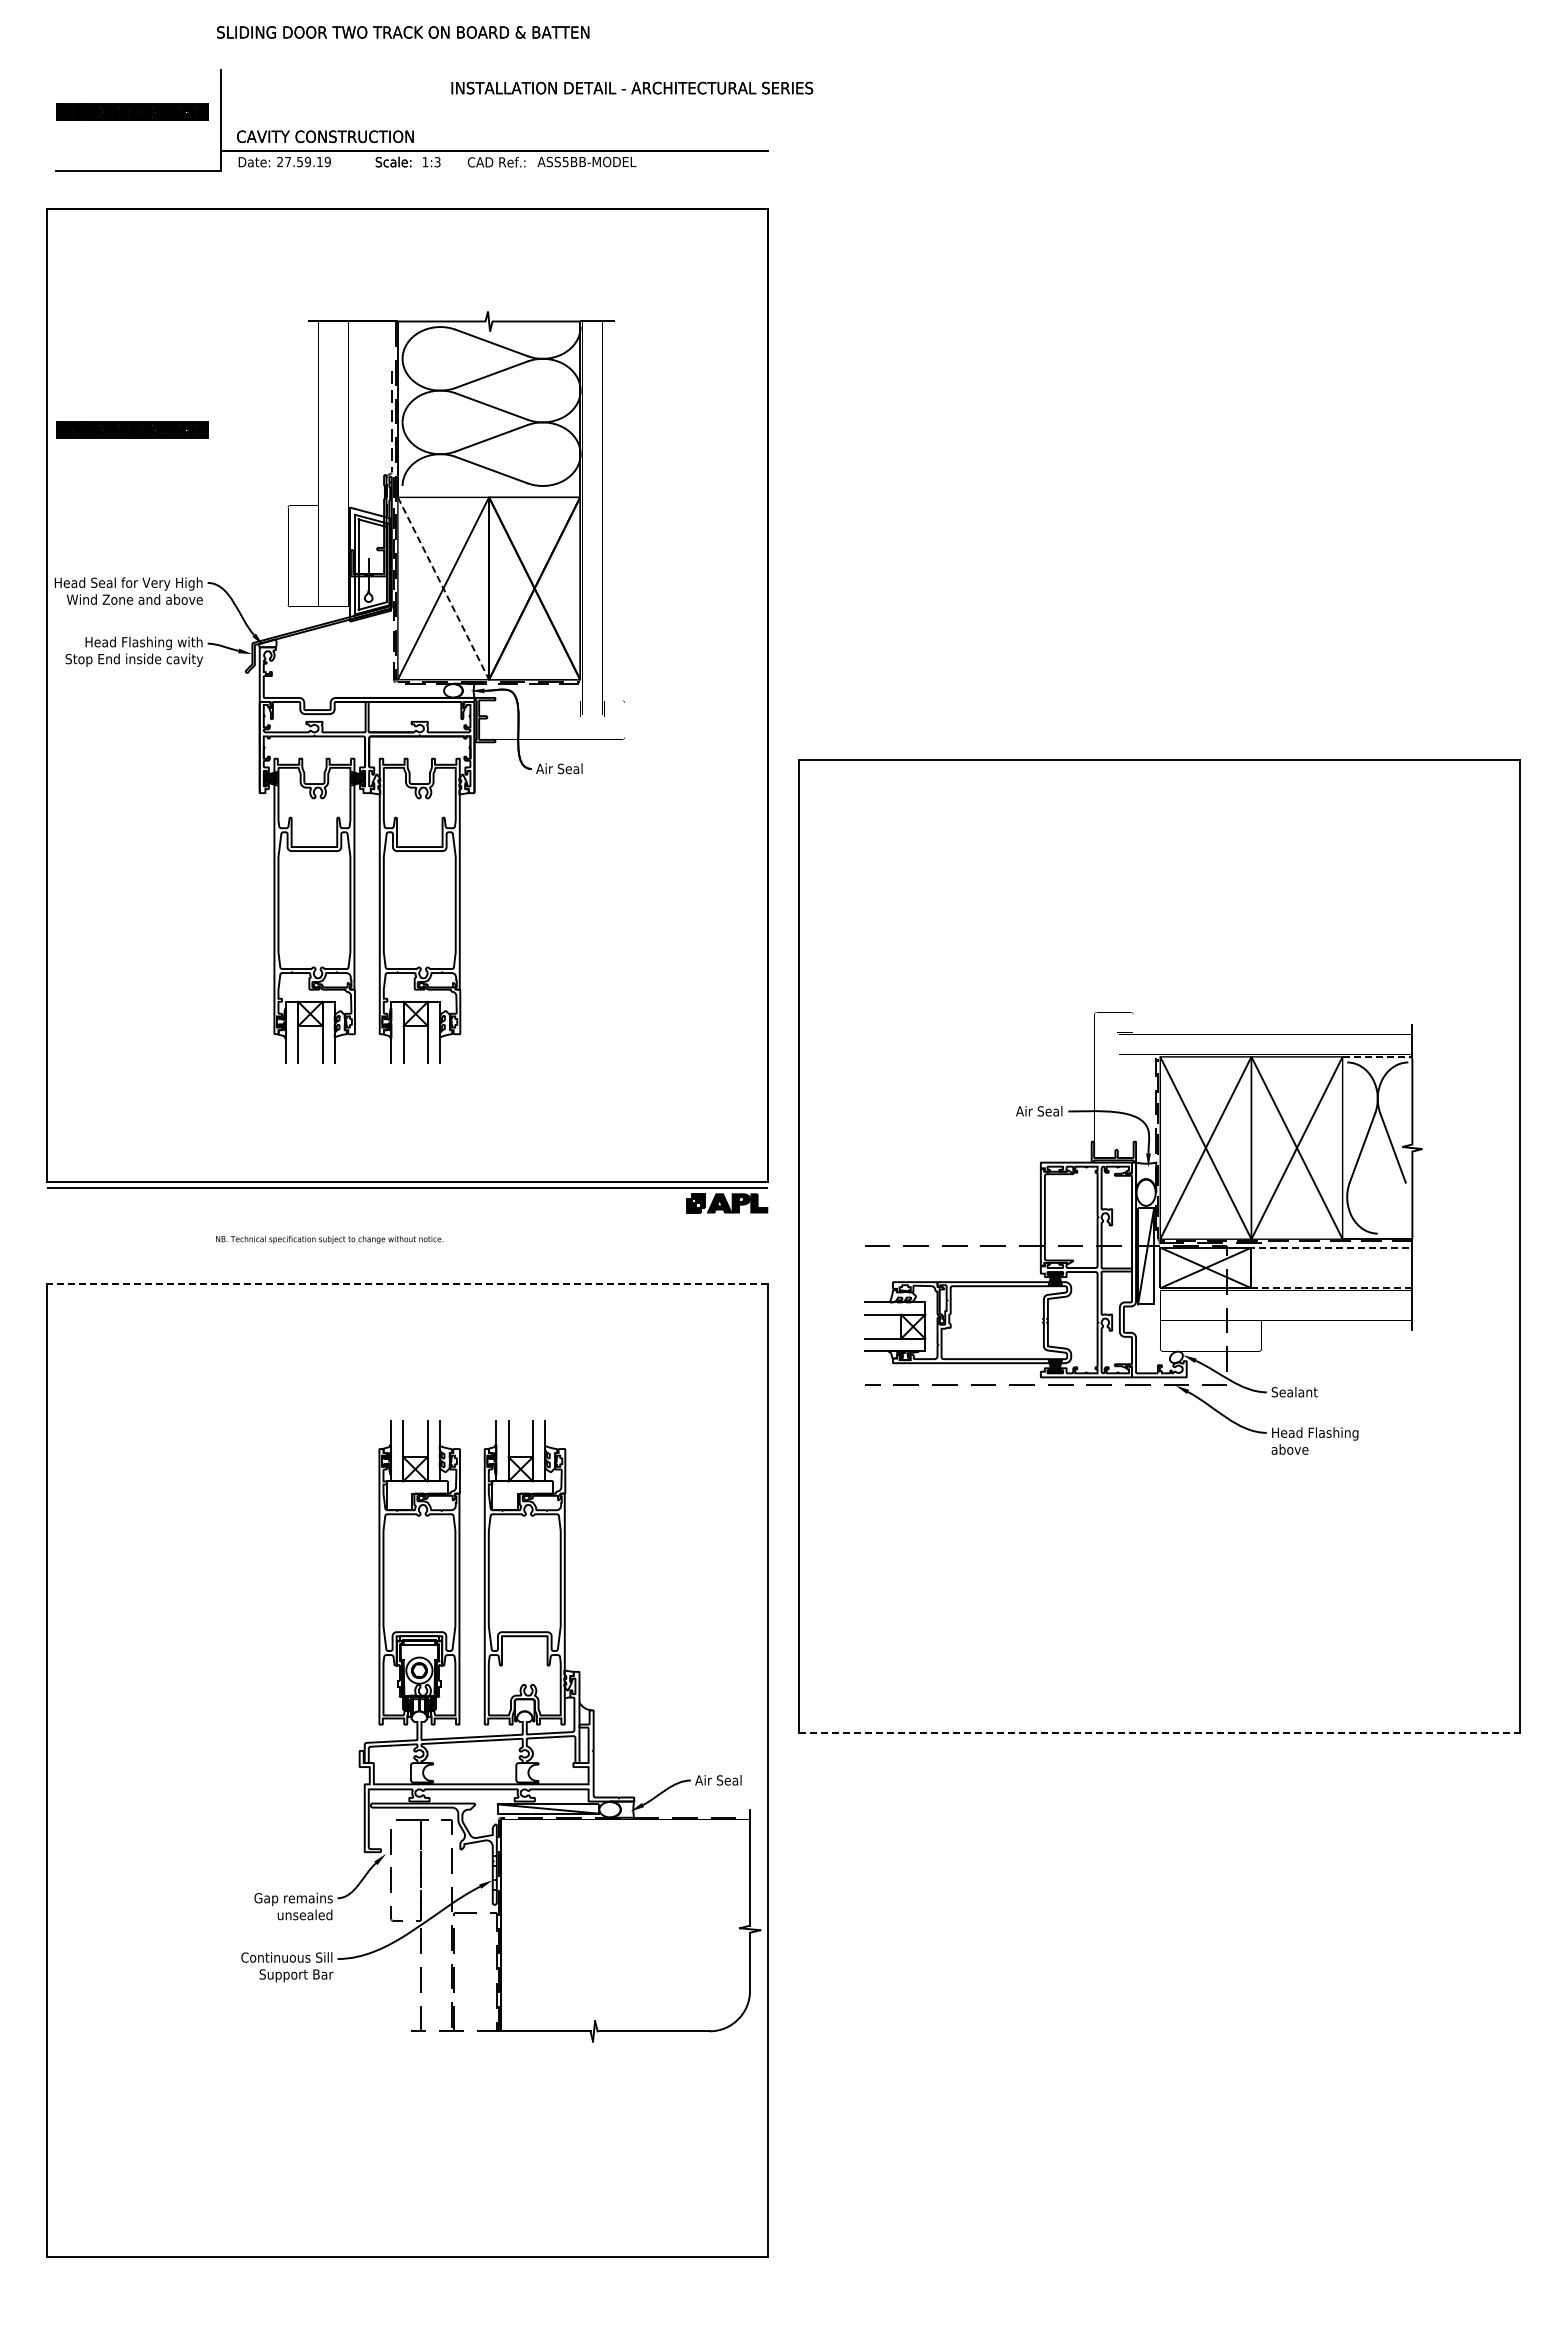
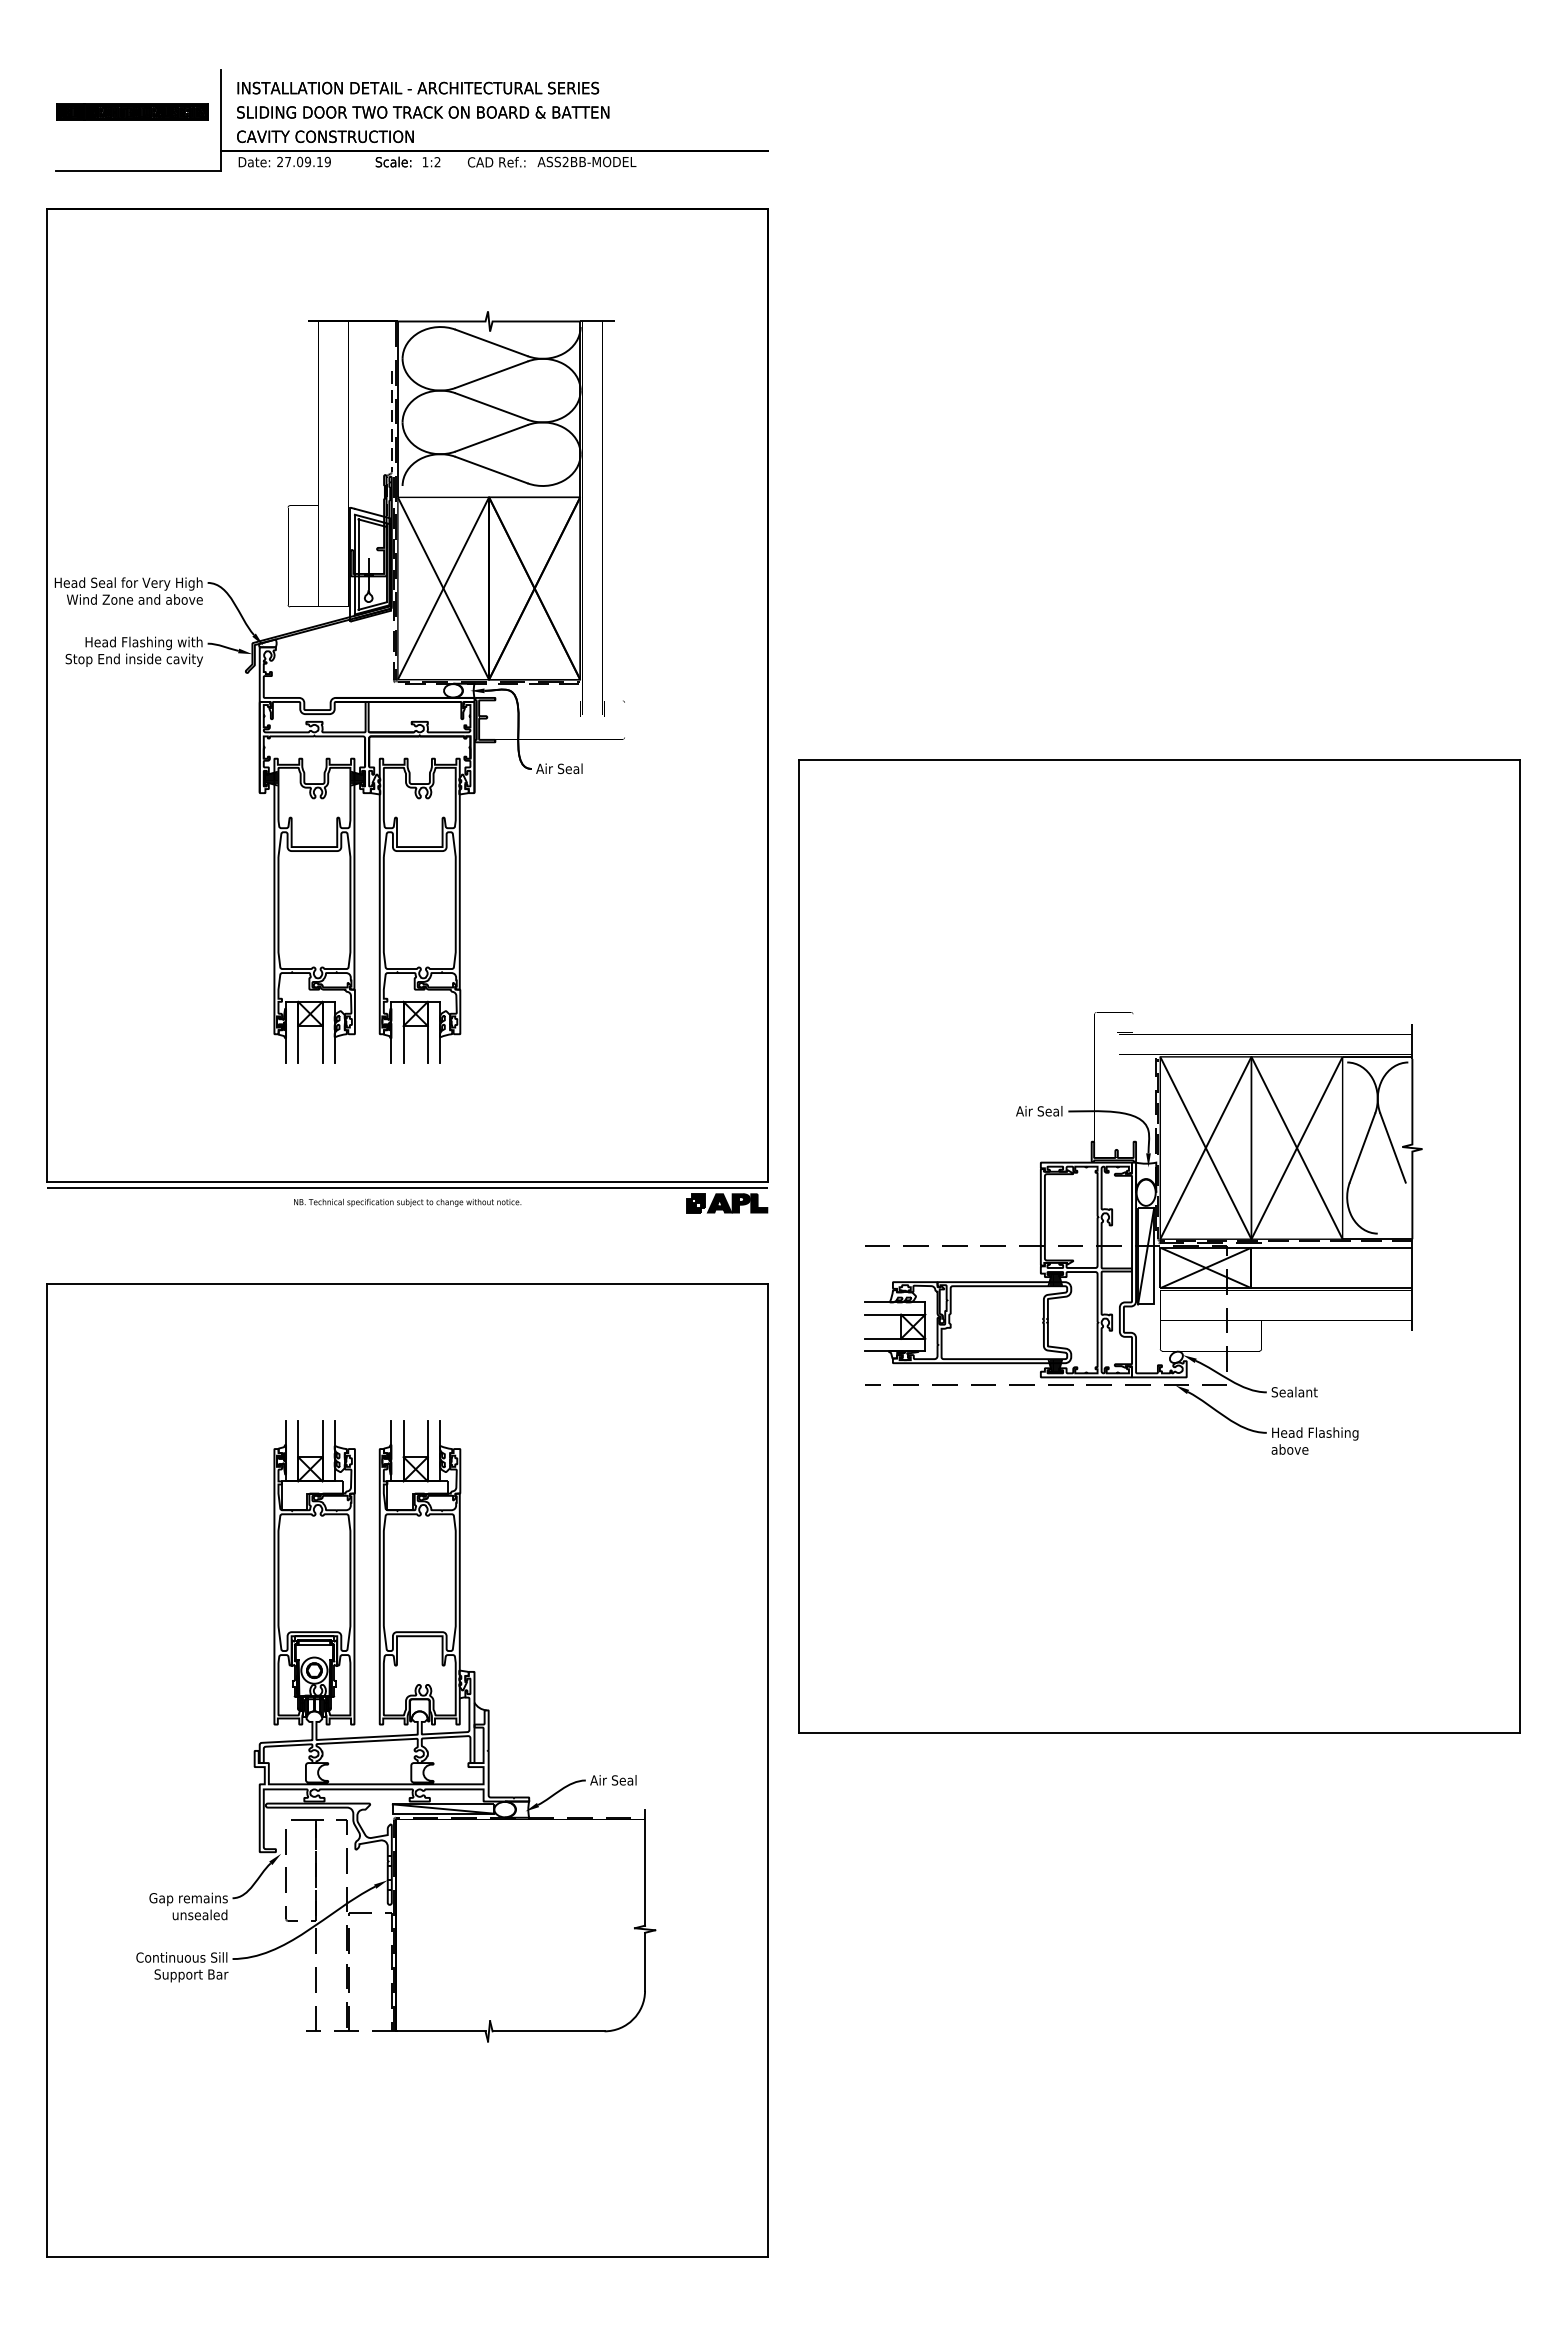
text at (403, 32) position: (403, 32) -> (423, 112)
text at (632, 87) position: (632, 87) -> (418, 87)
text at (300, 161): 27.59.19 -> 27.09.19
text at (565, 161): ASS5BB-MODEL -> ASS2BB-MODEL
text at (437, 162): 1:3 -> 1:2
part at (132, 429): present -> none
line at (443, 588): dashed -> solid
line at (1377, 1056): dashed -> solid
text at (329, 1239) position: (329, 1239) -> (407, 1202)
line at (1251, 1267): dashed -> solid
line at (407, 1284): dashed -> solid
part at (501, 1731) position: (501, 1731) -> (396, 1731)
line at (1159, 1733): dashed -> solid
